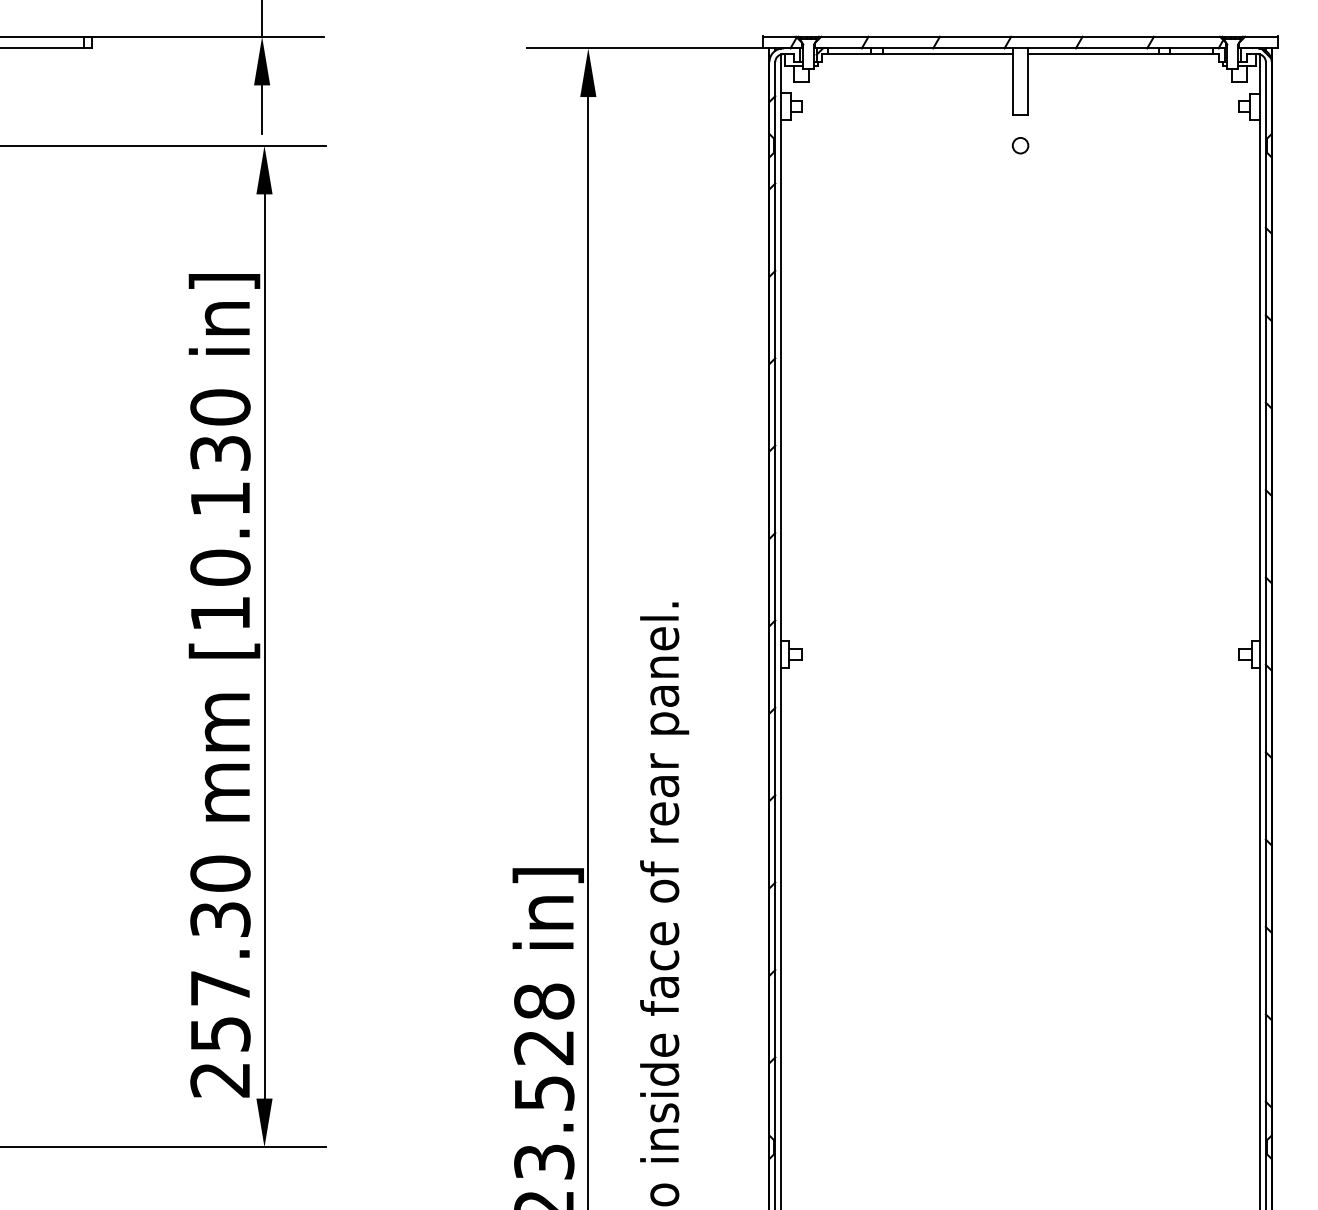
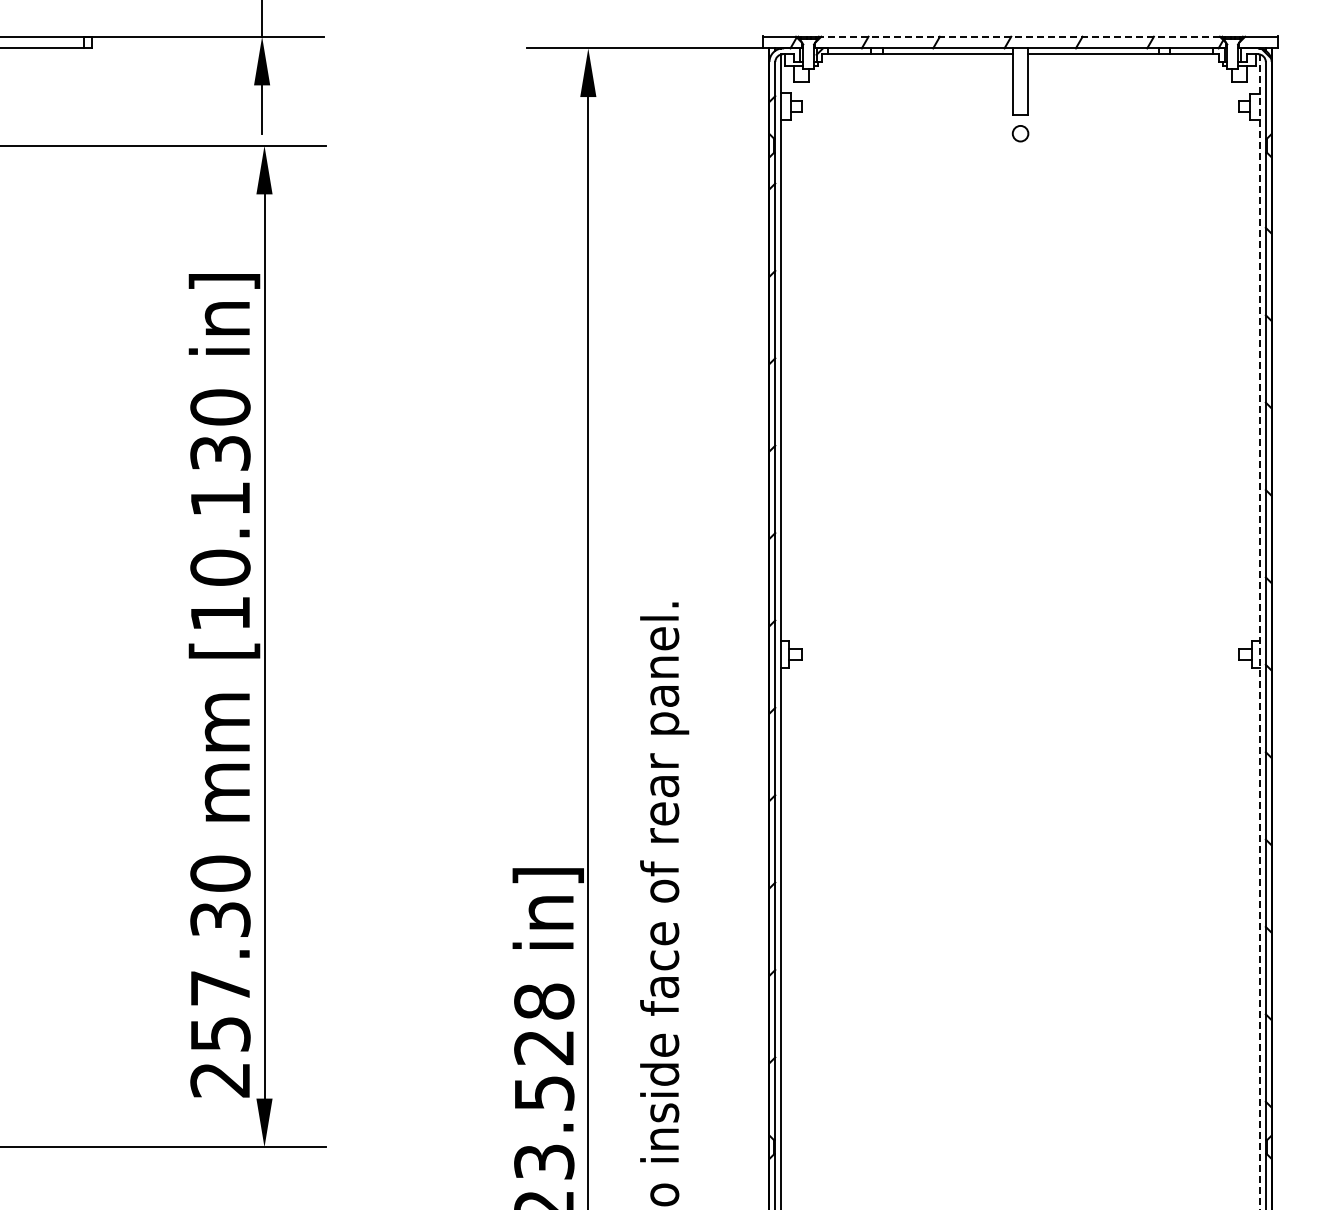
line at (1020, 36): solid -> dashed
circle at (1020, 145) position: (1020, 145) -> (1020, 133)
line at (1260, 632): solid -> dashed
